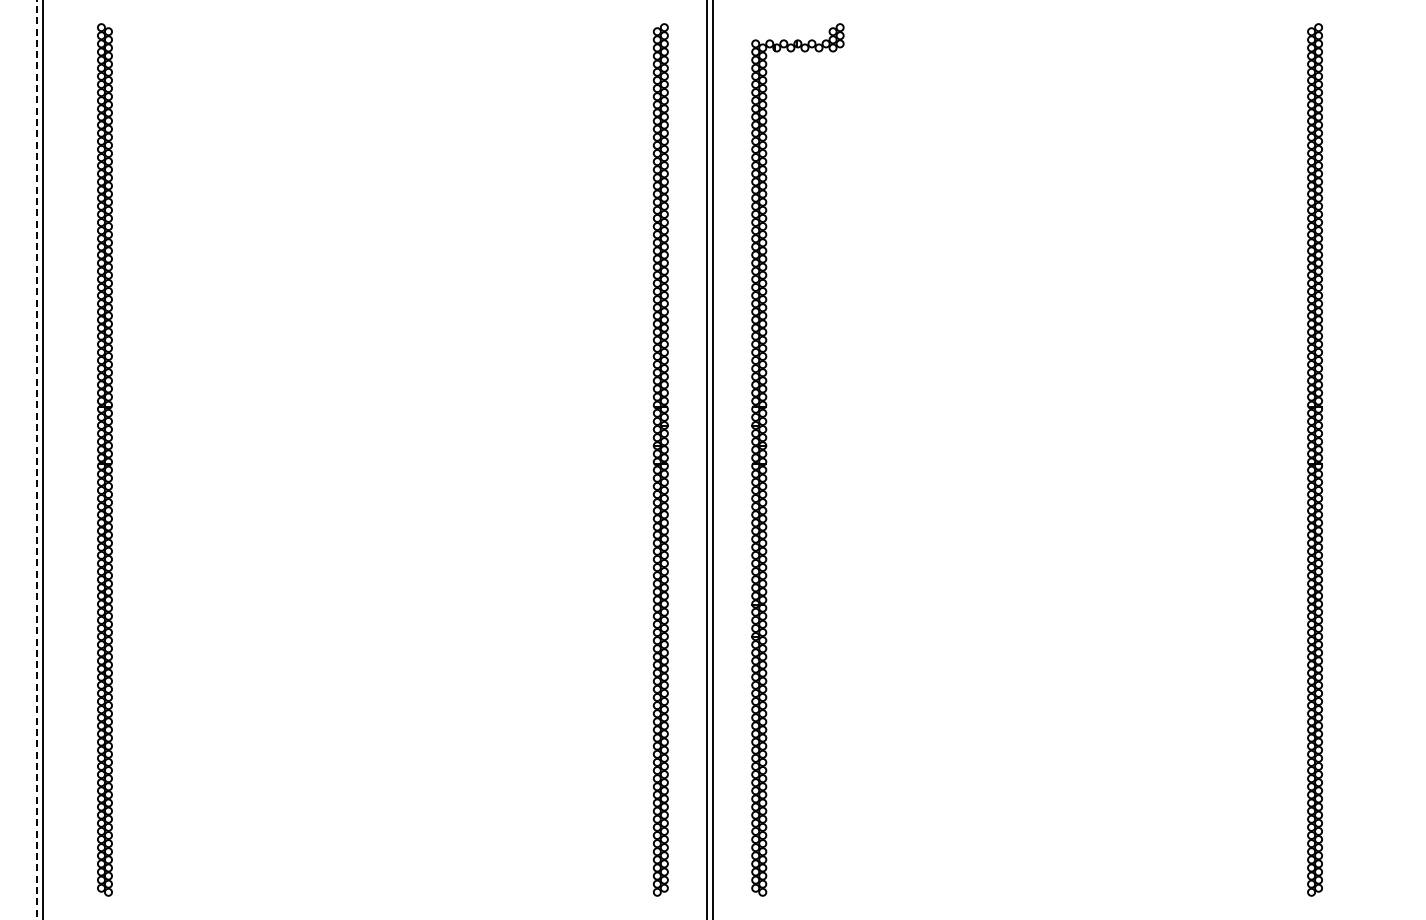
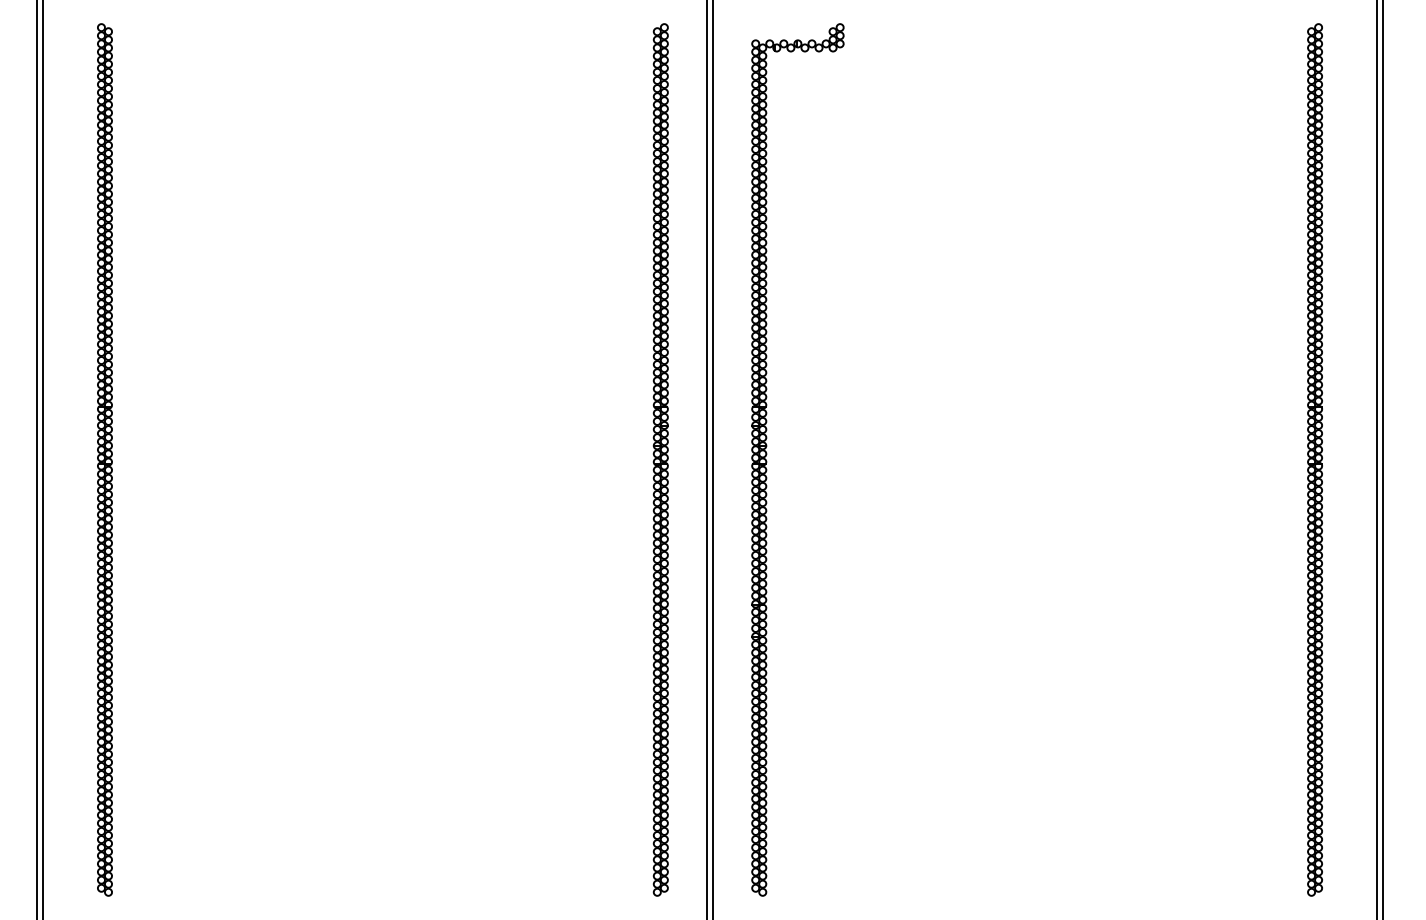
line at (1377, 459): none -> present
line at (1383, 459): none -> present
line at (36, 460): dashed -> solid
